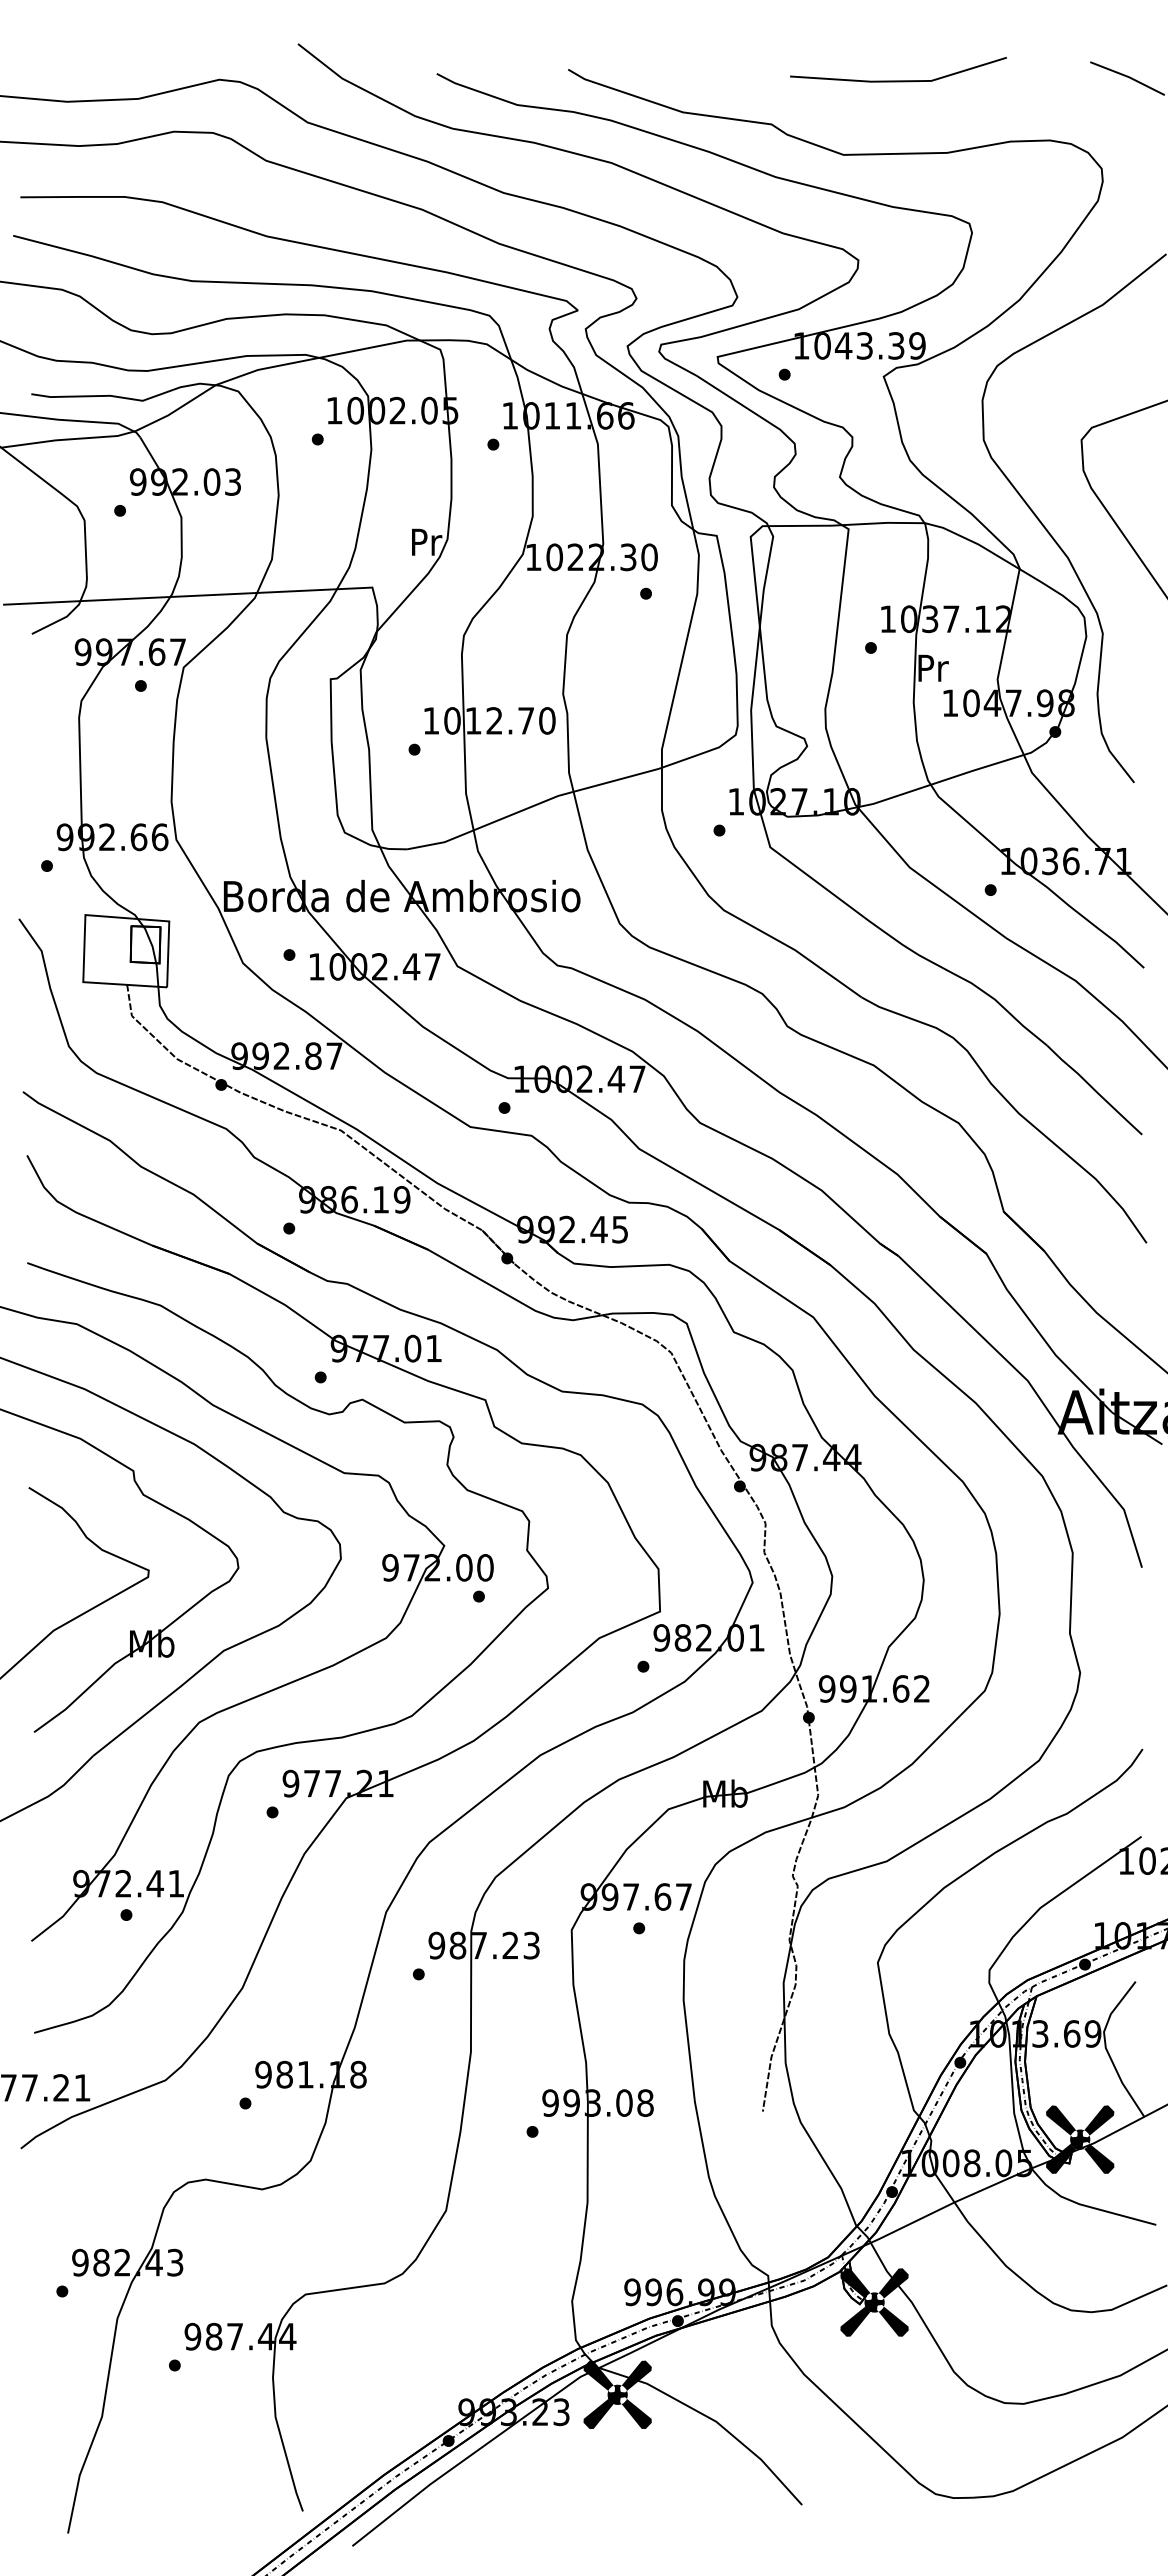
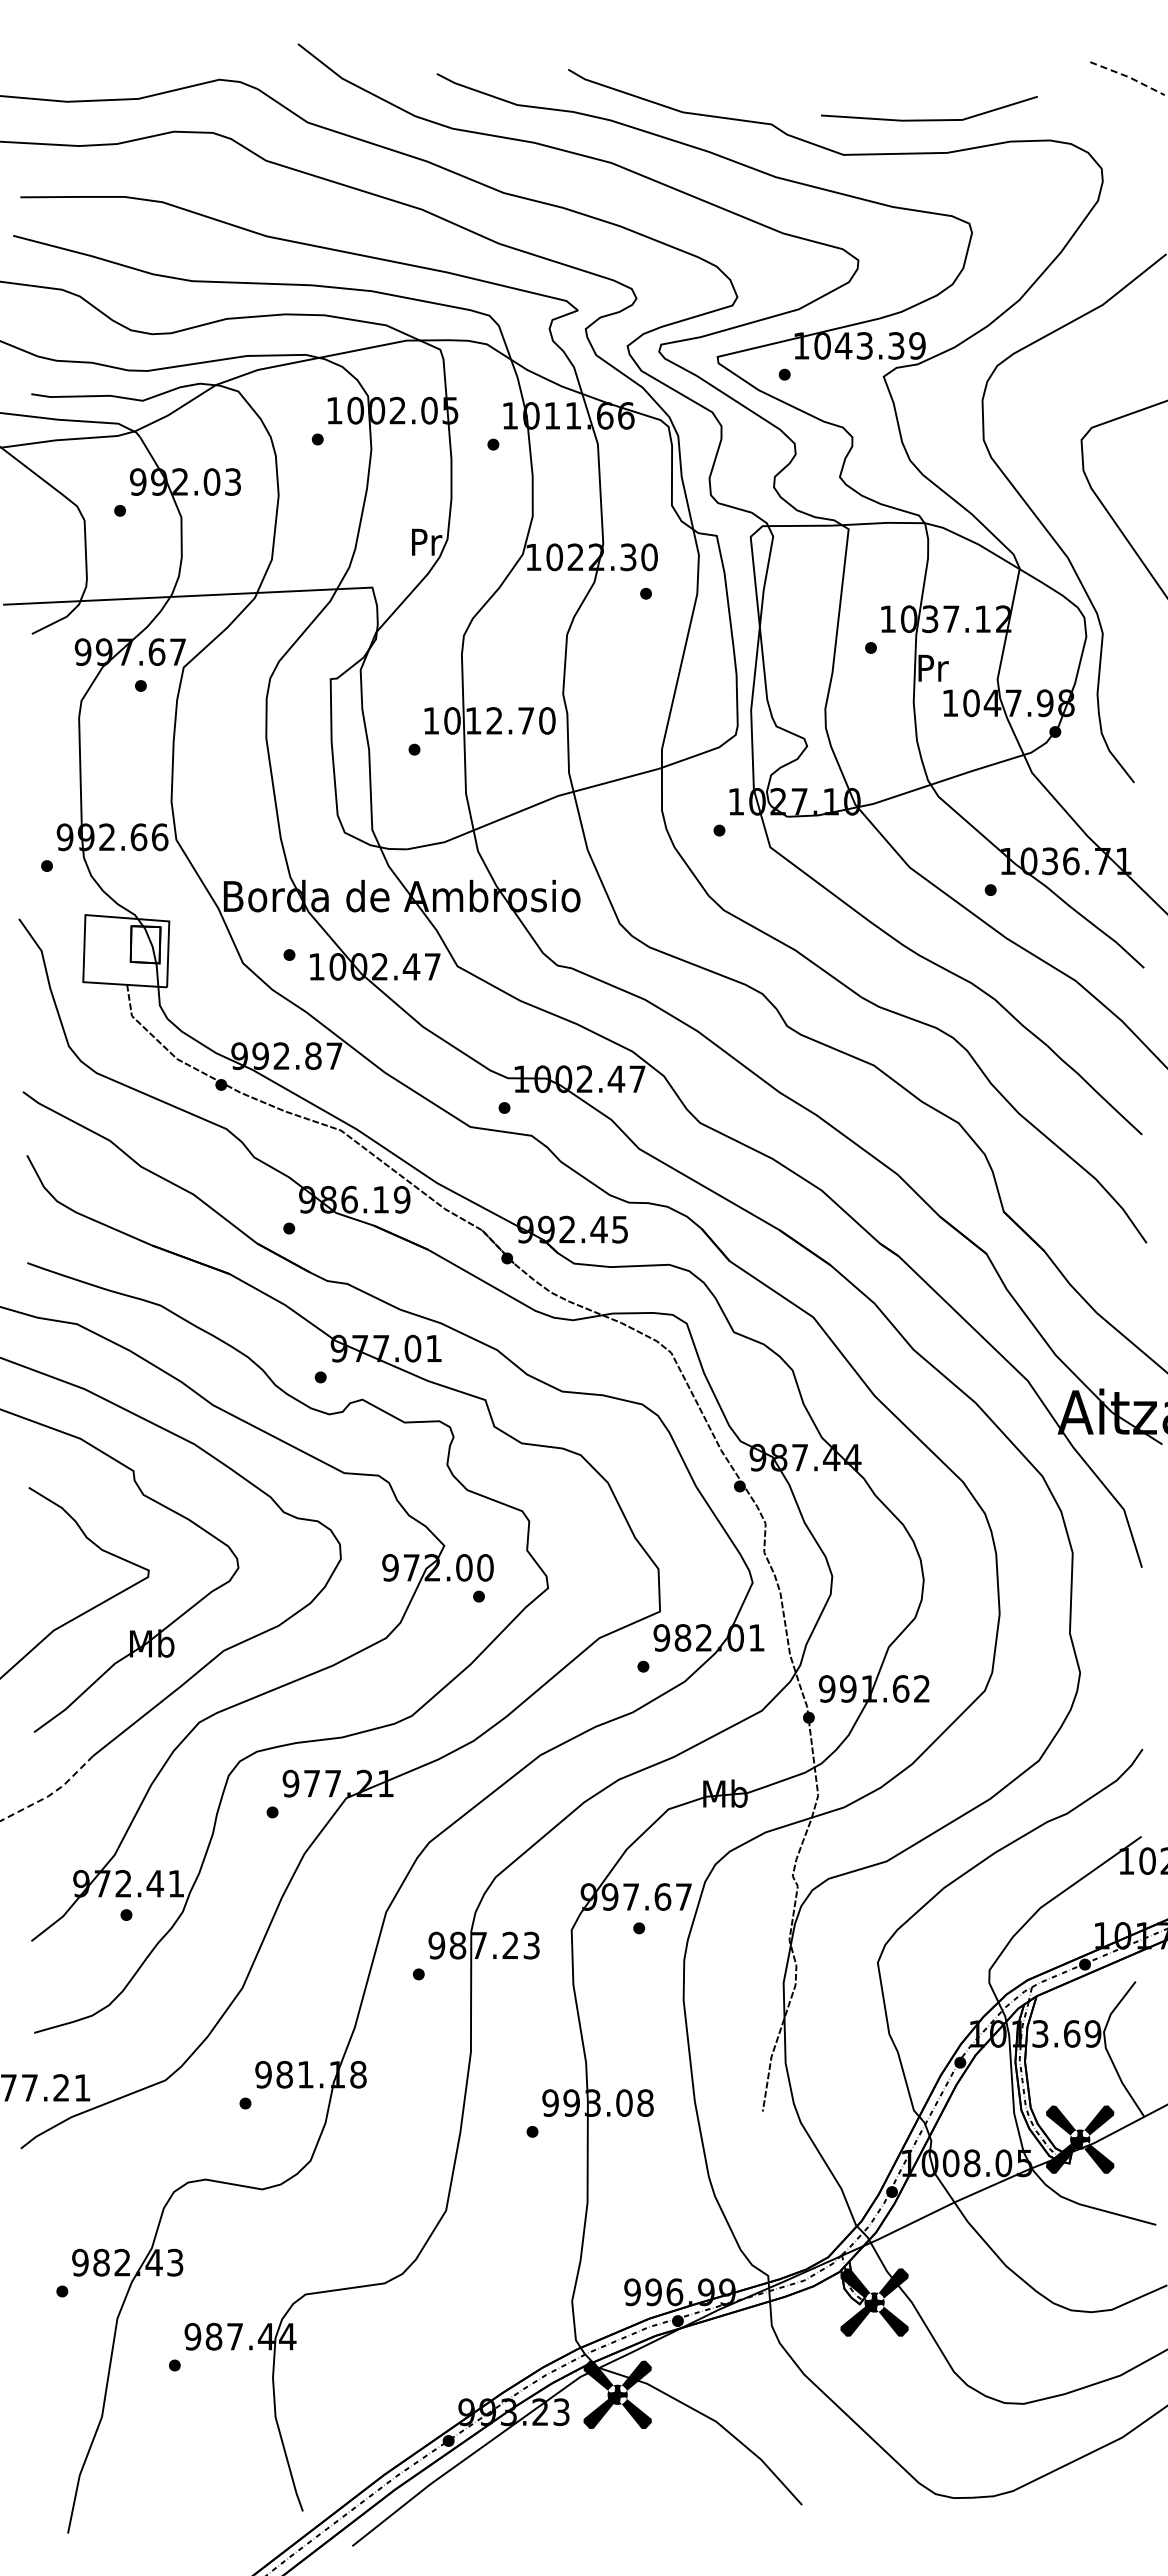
line at (1129, 77): solid -> dashed
line at (898, 80) position: (898, 80) -> (929, 119)
line at (51, 1794): solid -> dashed
